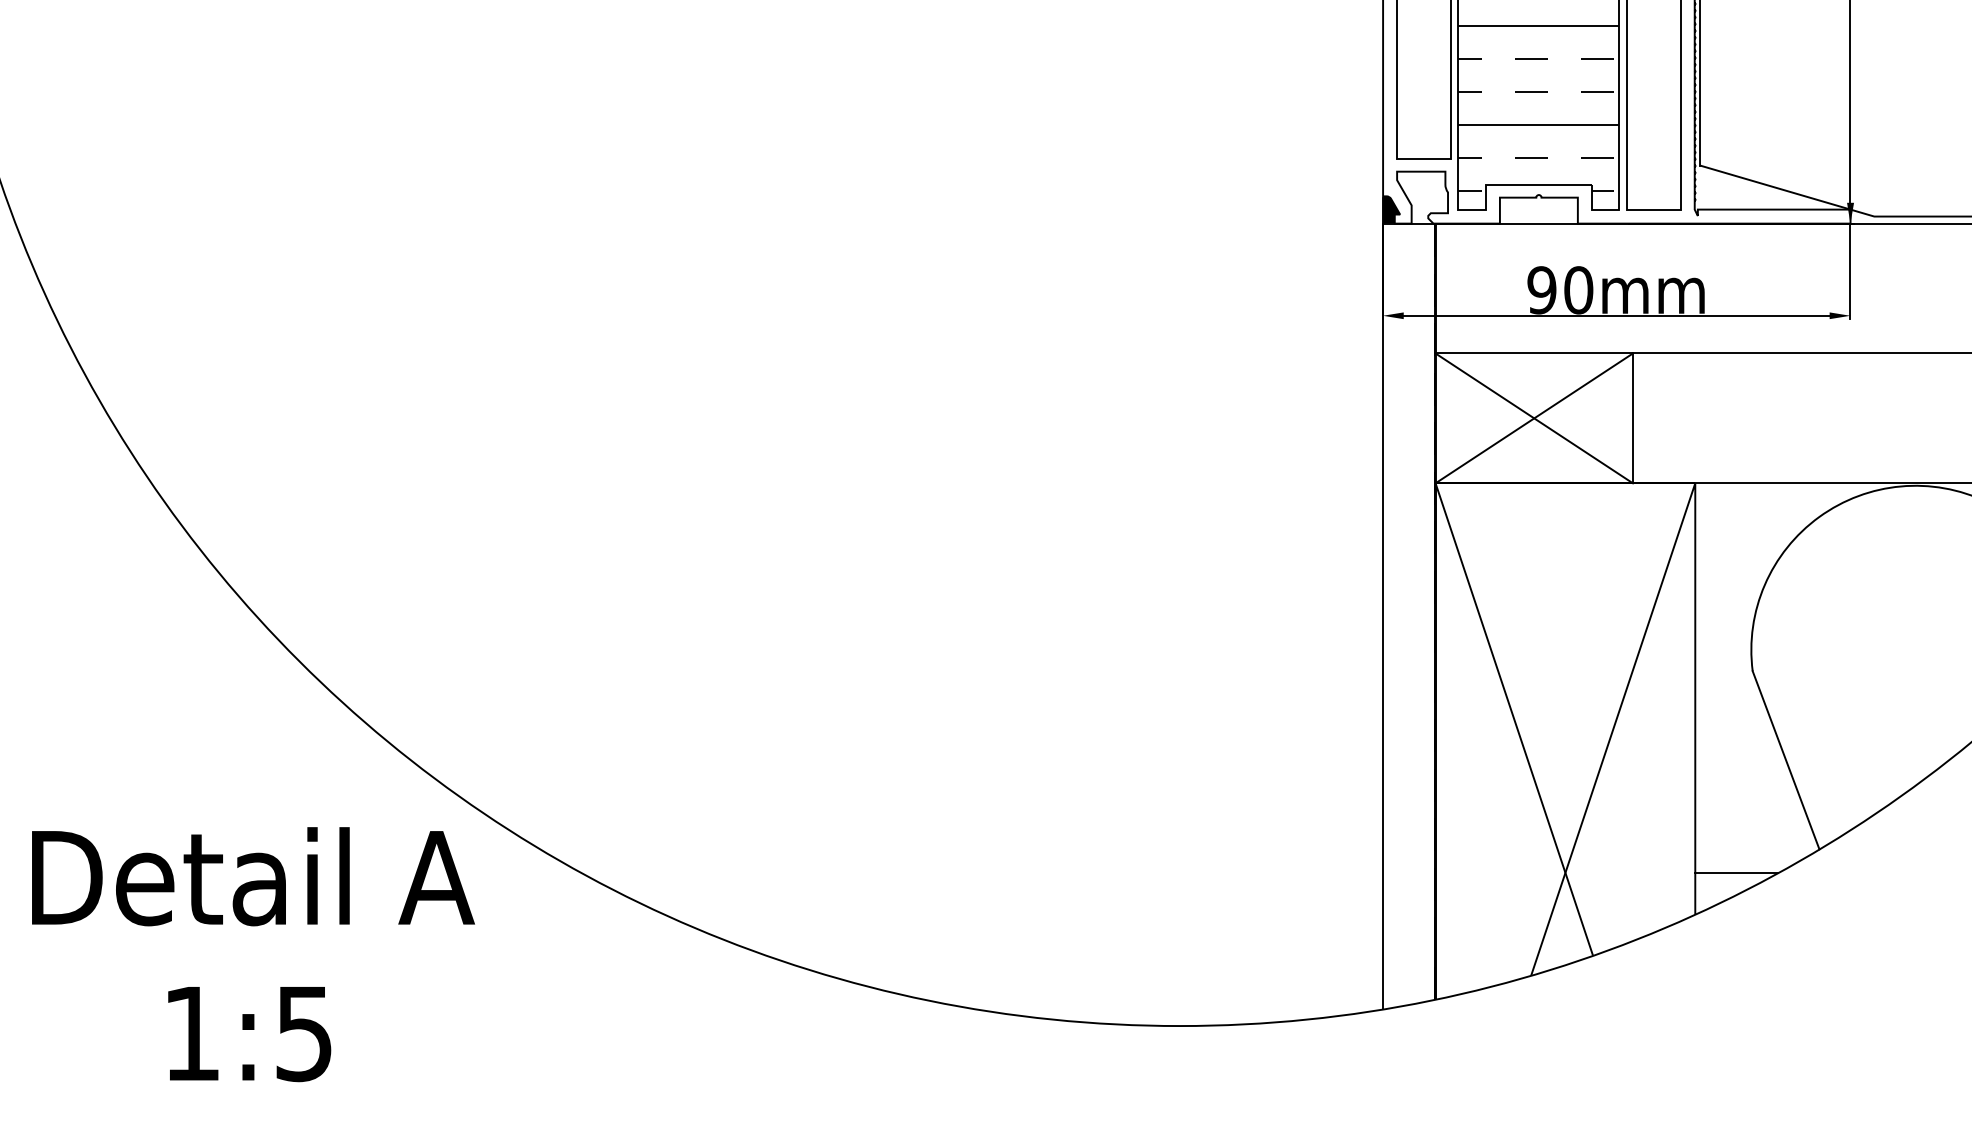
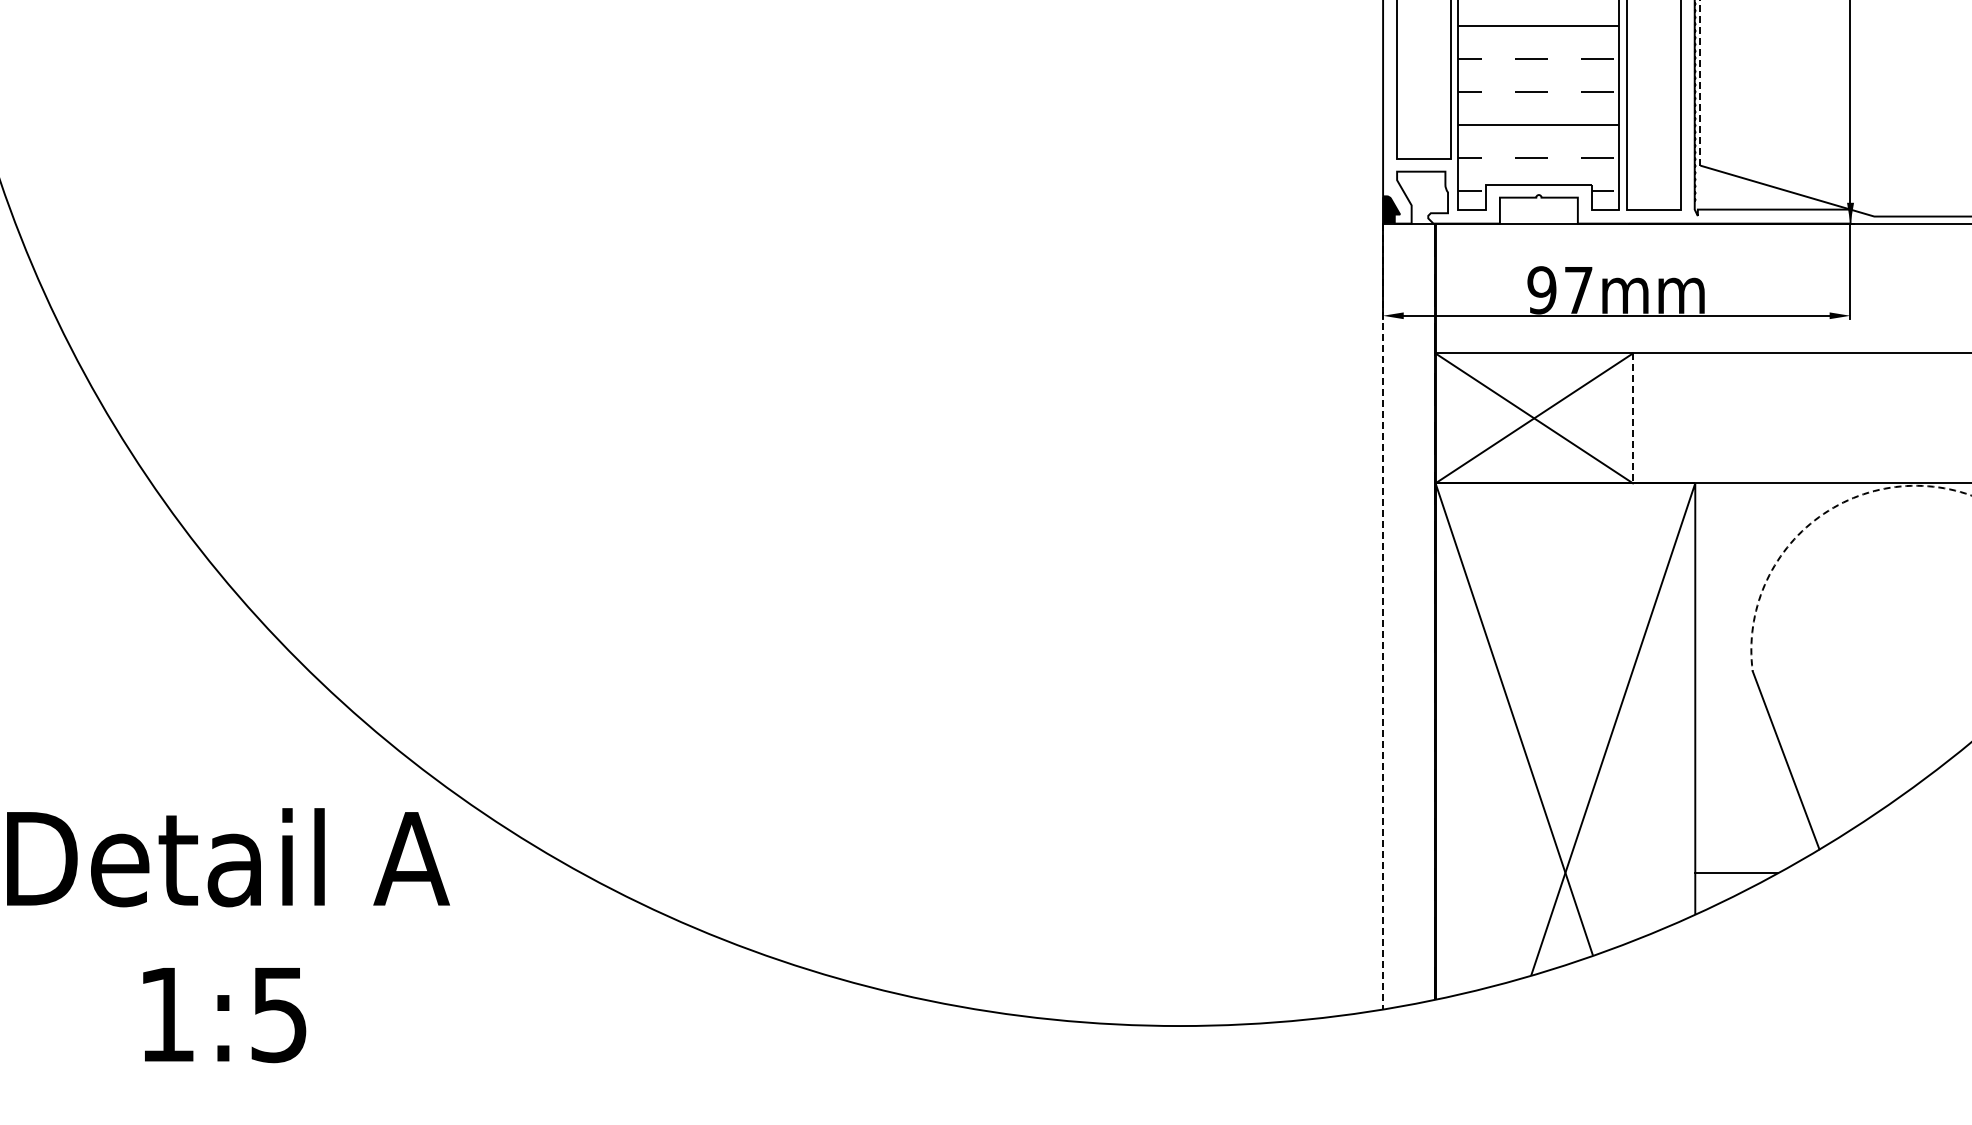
line at (1700, 82): solid -> dashed
text at (1578, 290): 90mm -> 97mm
line at (1632, 418): solid -> dashed
arc at (1812, 522): solid -> dashed
line at (1383, 616): solid -> dashed
text at (253, 954) position: (253, 954) -> (228, 935)
